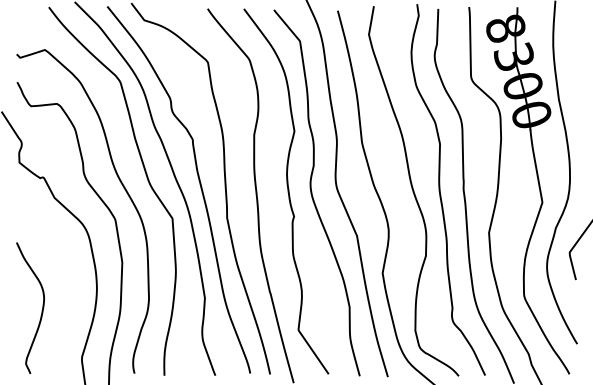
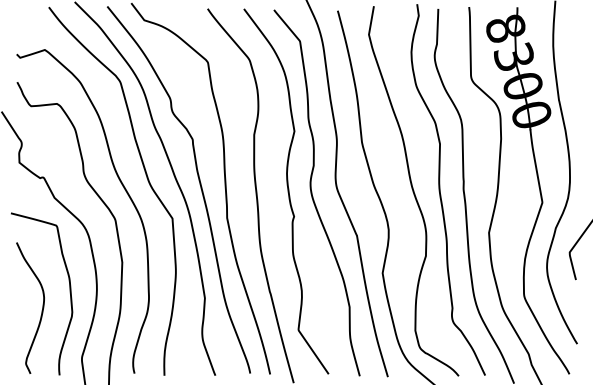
curve at (69, 293): none -> present
